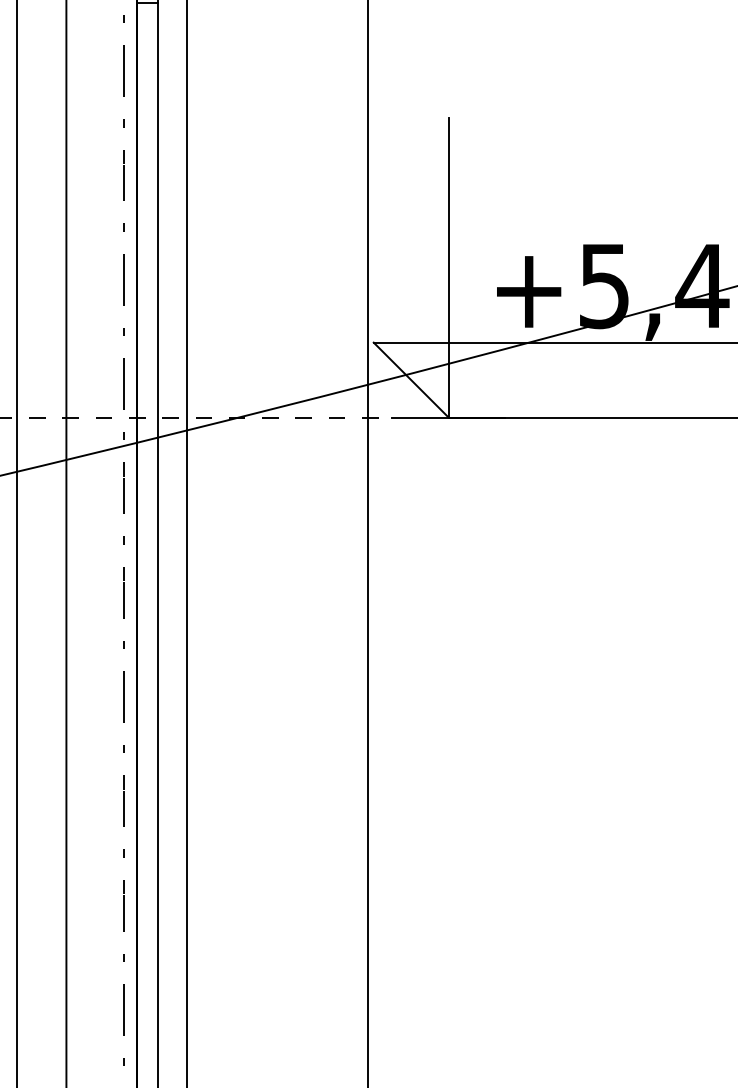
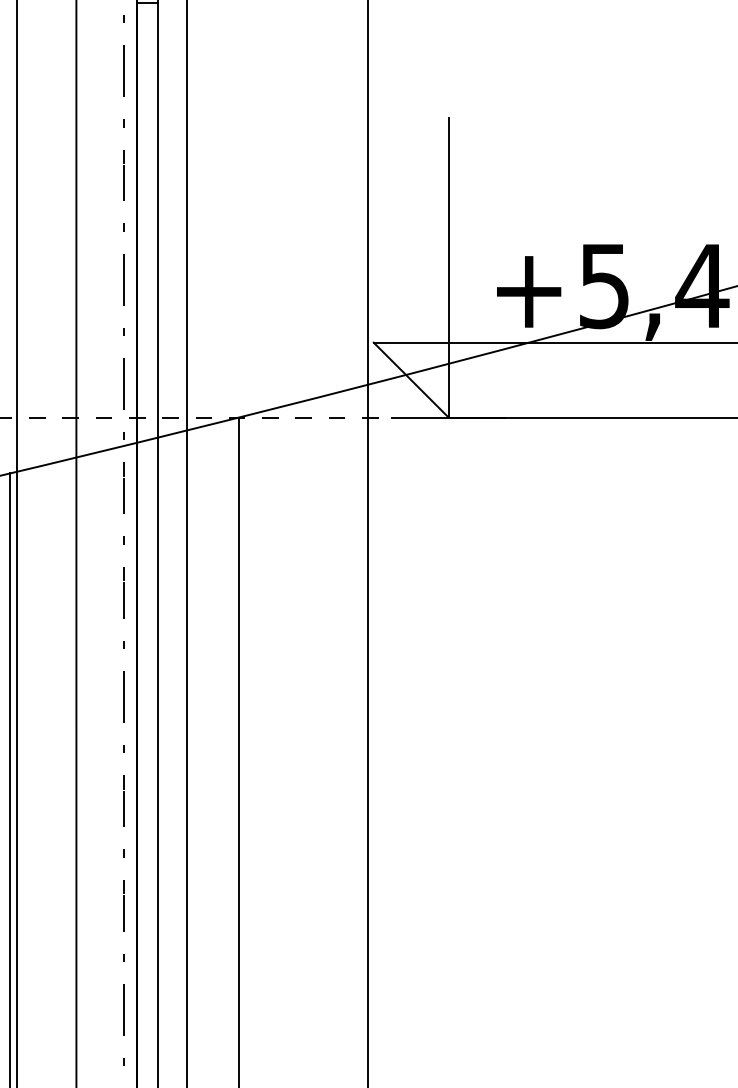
line at (66, 543) position: (66, 543) -> (76, 543)
line at (238, 750): none -> present
line at (10, 778): none -> present
